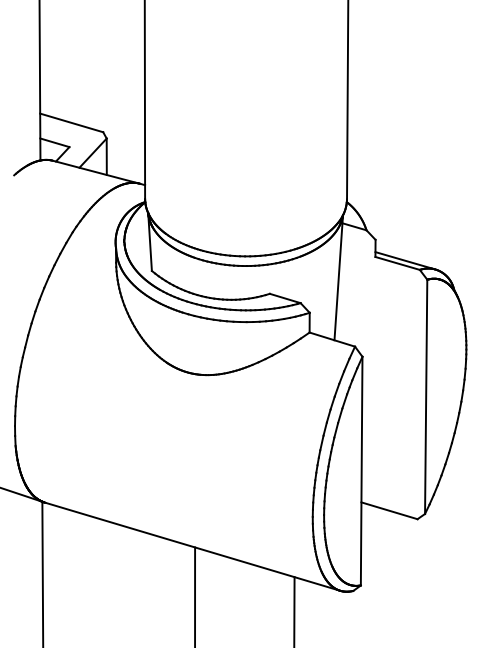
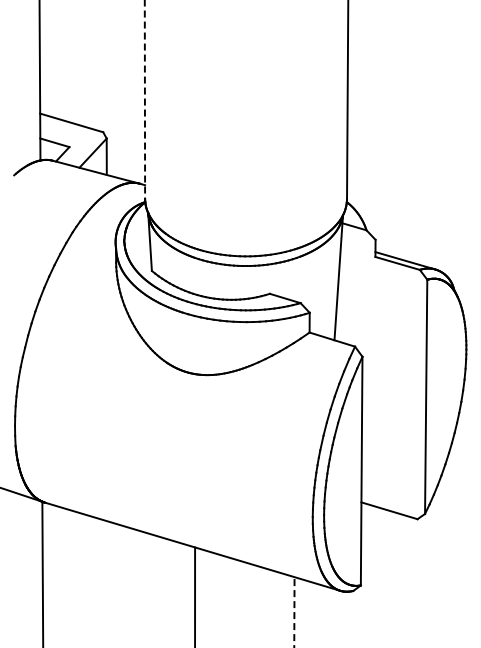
line at (144, 100): solid -> dashed
line at (294, 612): solid -> dashed
